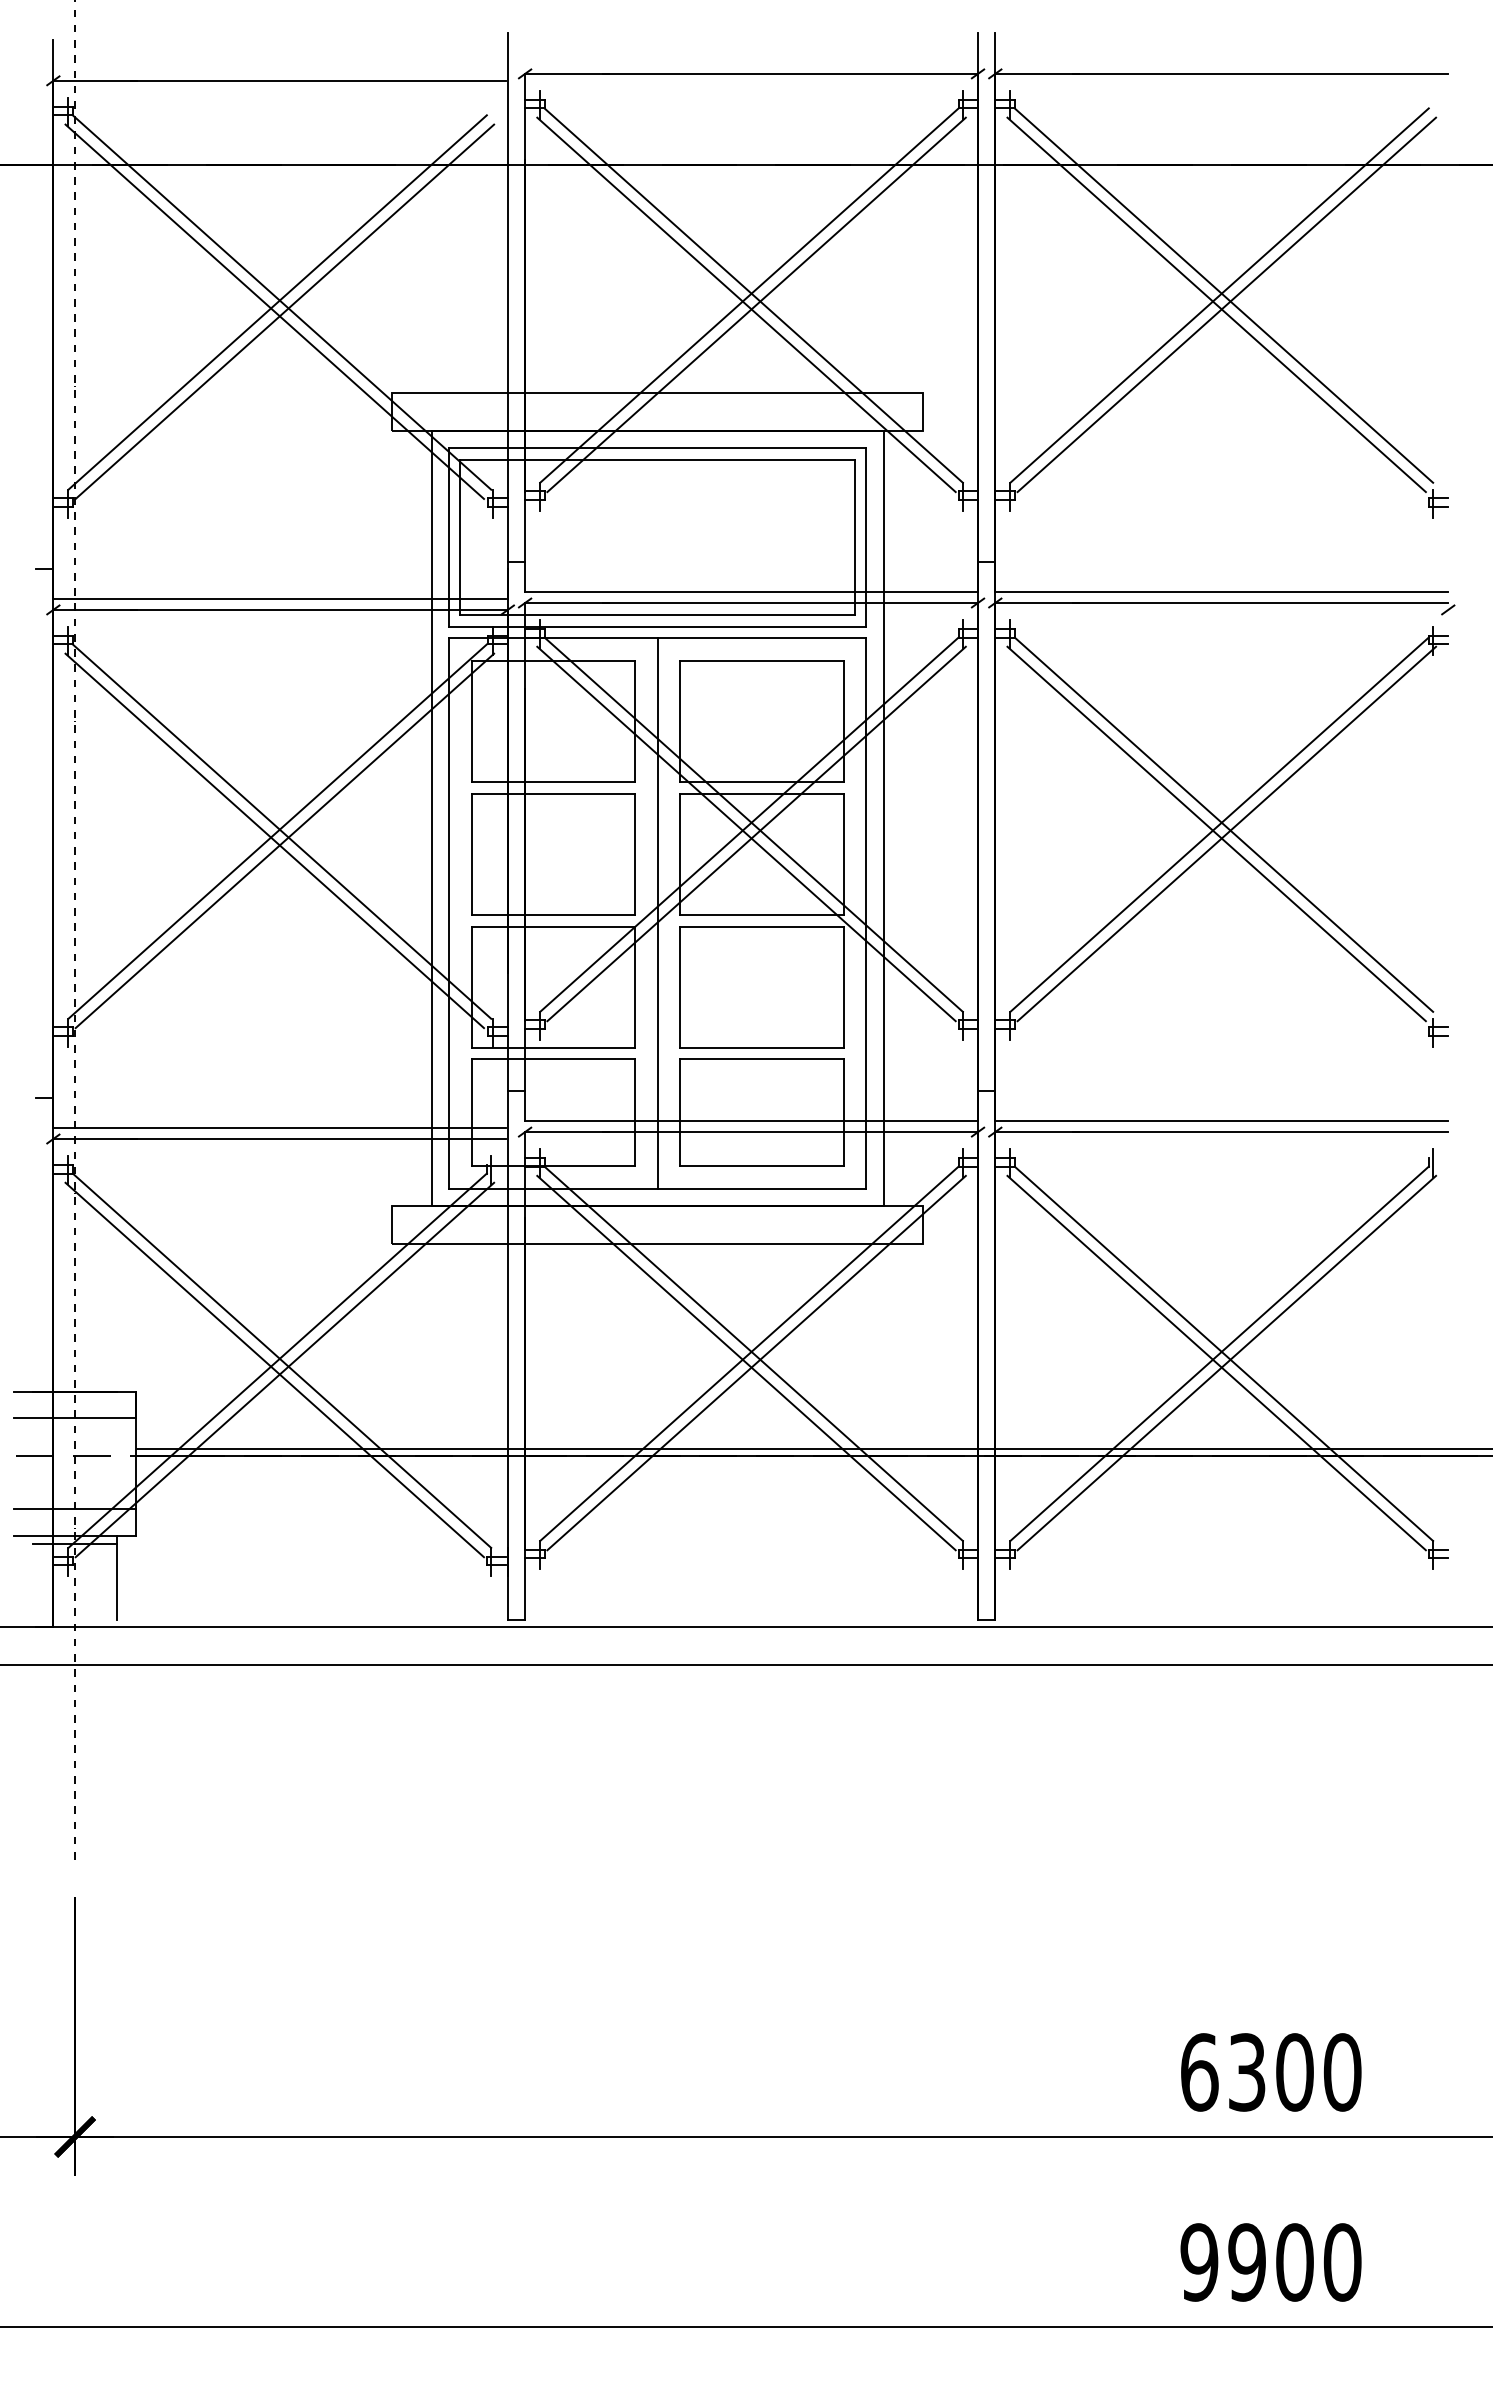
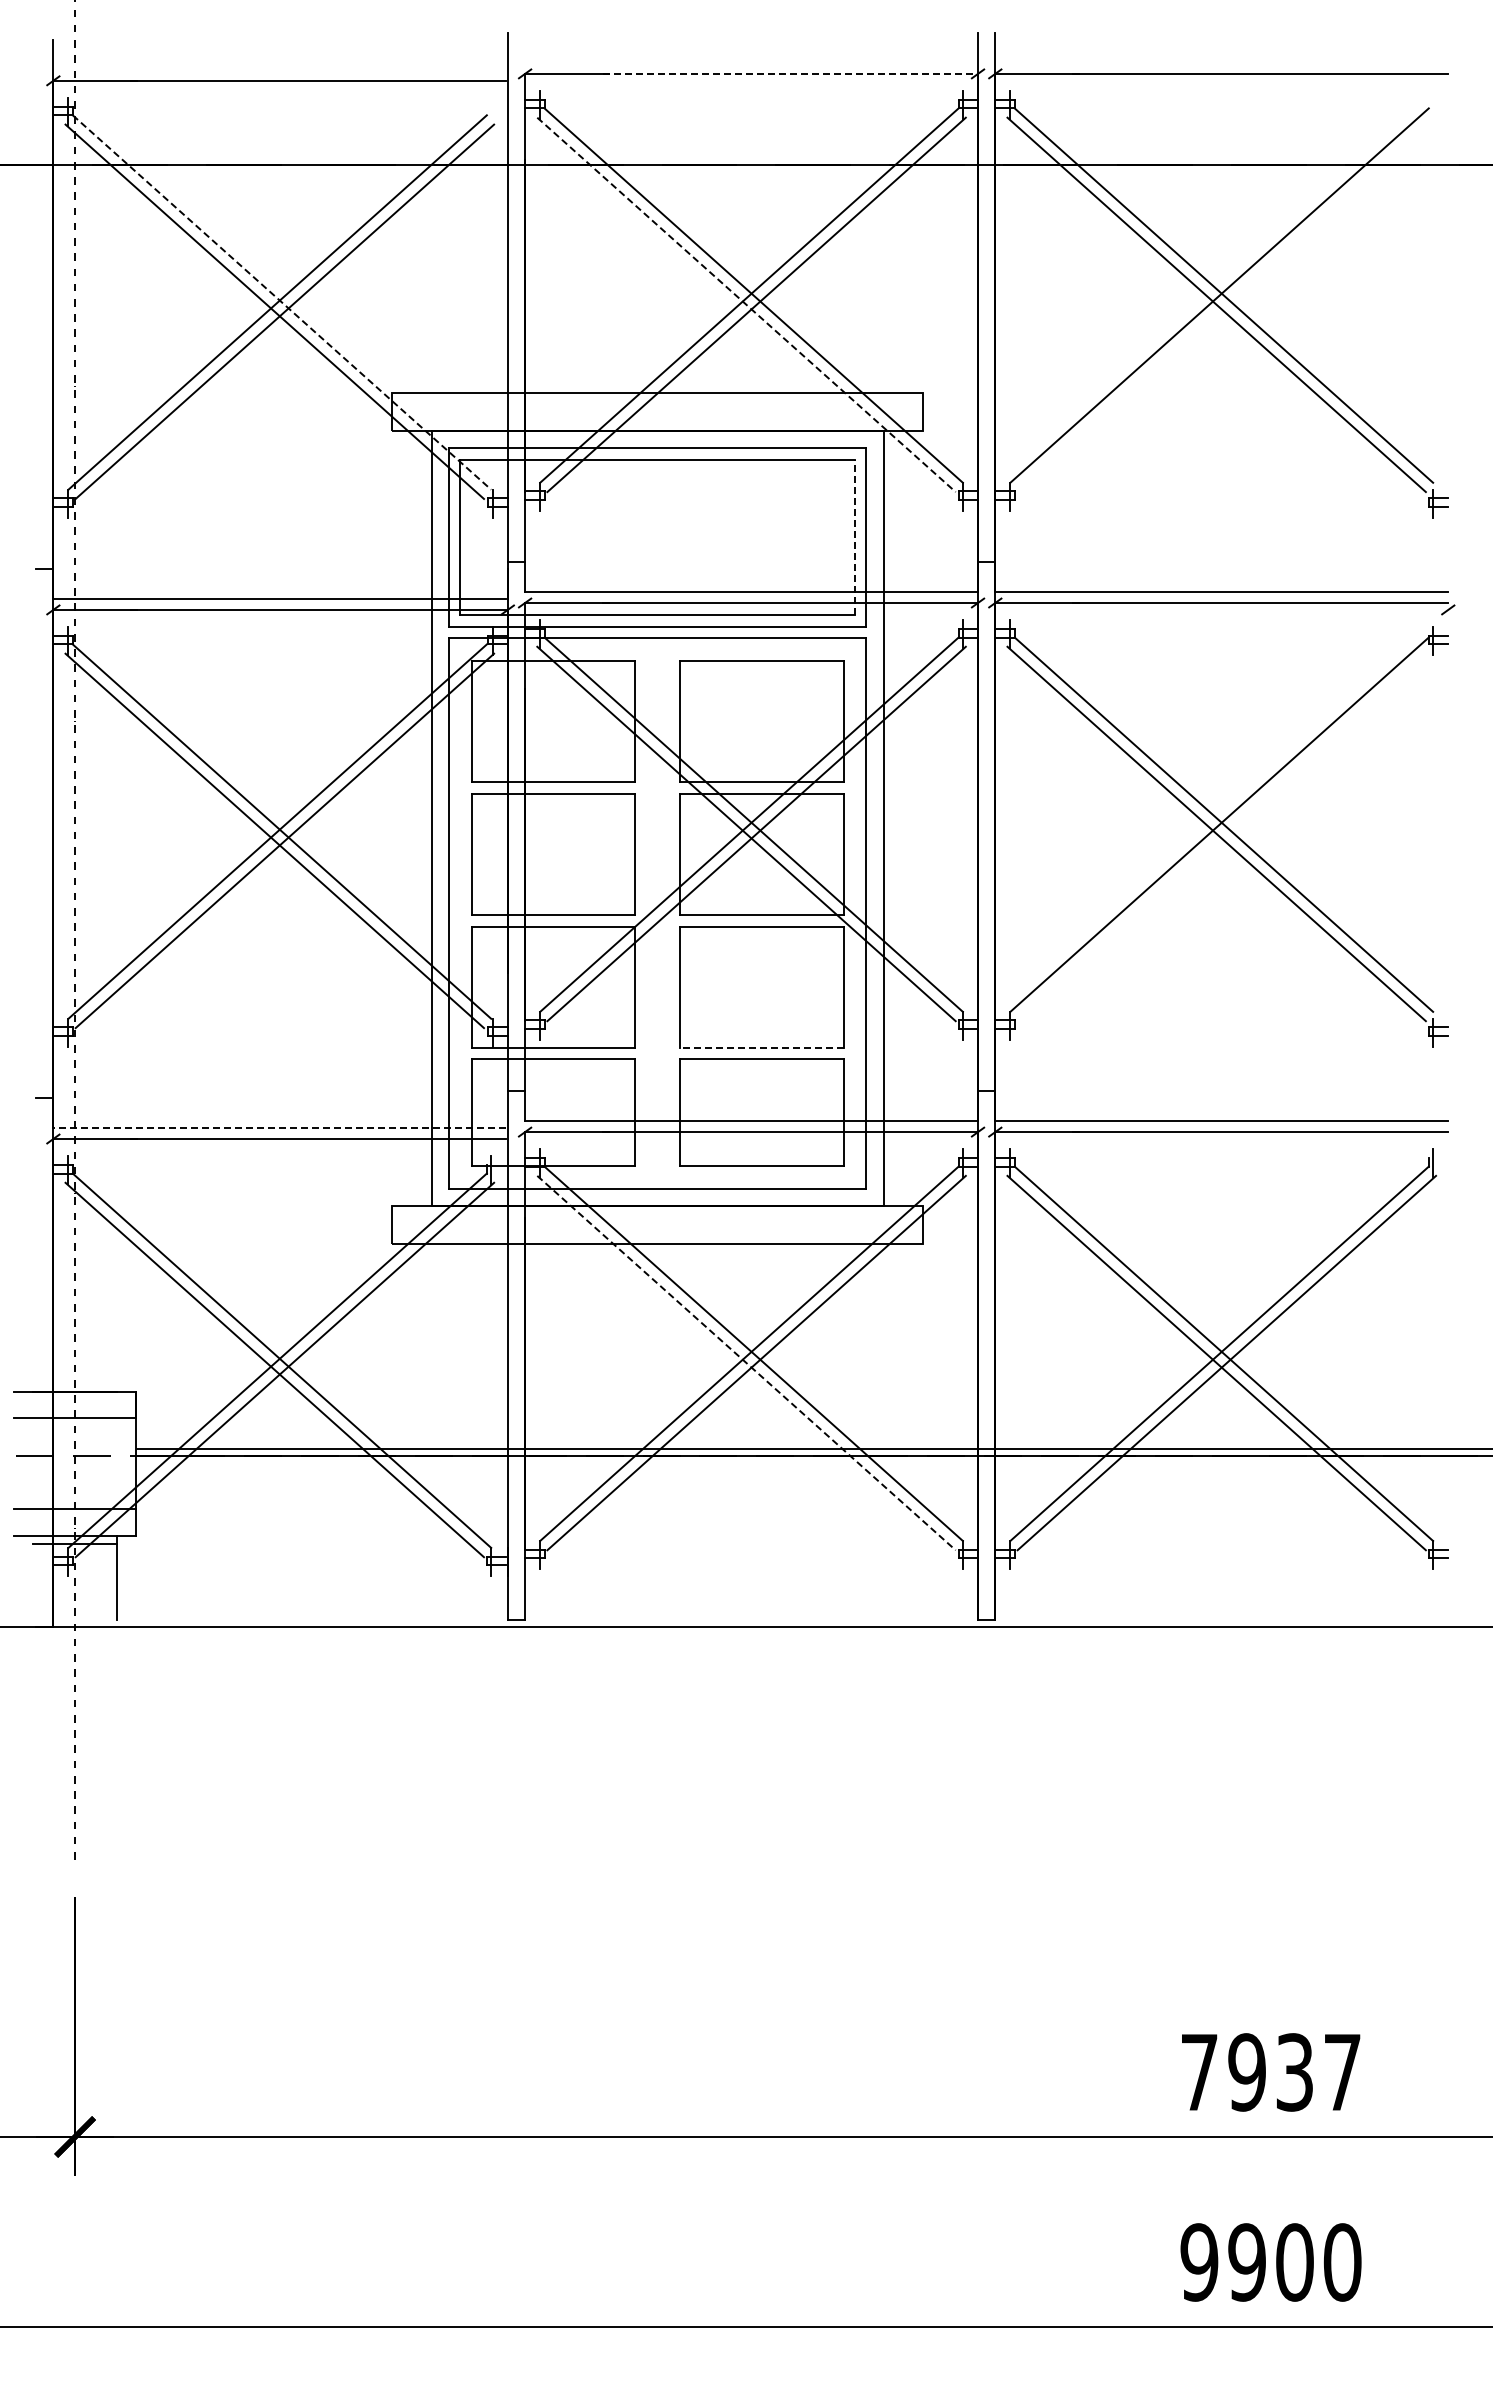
line at (790, 73): solid -> dashed
line at (281, 302): solid -> dashed
line at (746, 304): solid -> dashed
line at (1226, 304): present -> none
line at (855, 537): solid -> dashed
line at (1226, 833): present -> none
line at (657, 913): present -> none
line at (762, 1048): solid -> dashed
line at (279, 1128): solid -> dashed
line at (746, 1363): solid -> dashed
line at (745, 1665): present -> none
text at (1271, 2072): 6300 -> 7937
